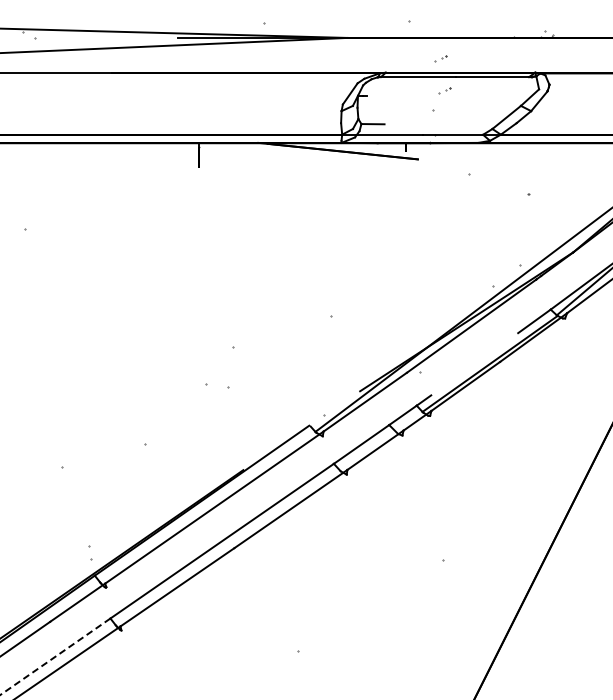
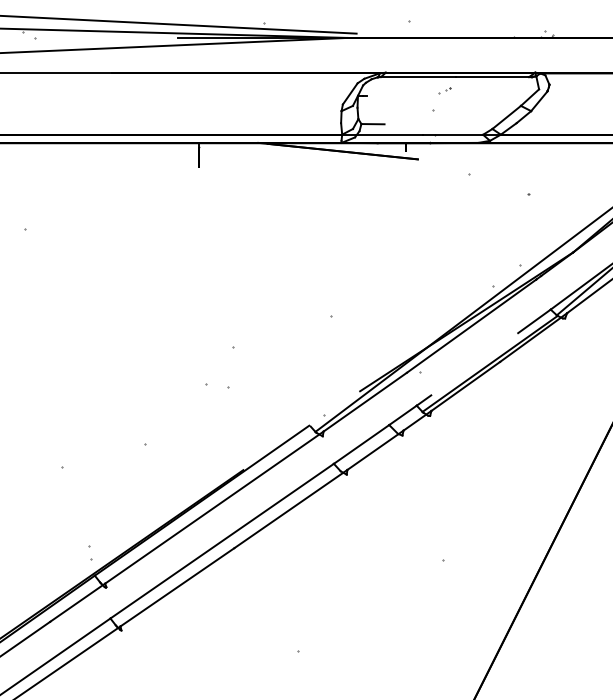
line at (179, 24): none -> present
part at (440, 58): present -> none
line at (55, 656): dashed -> solid
